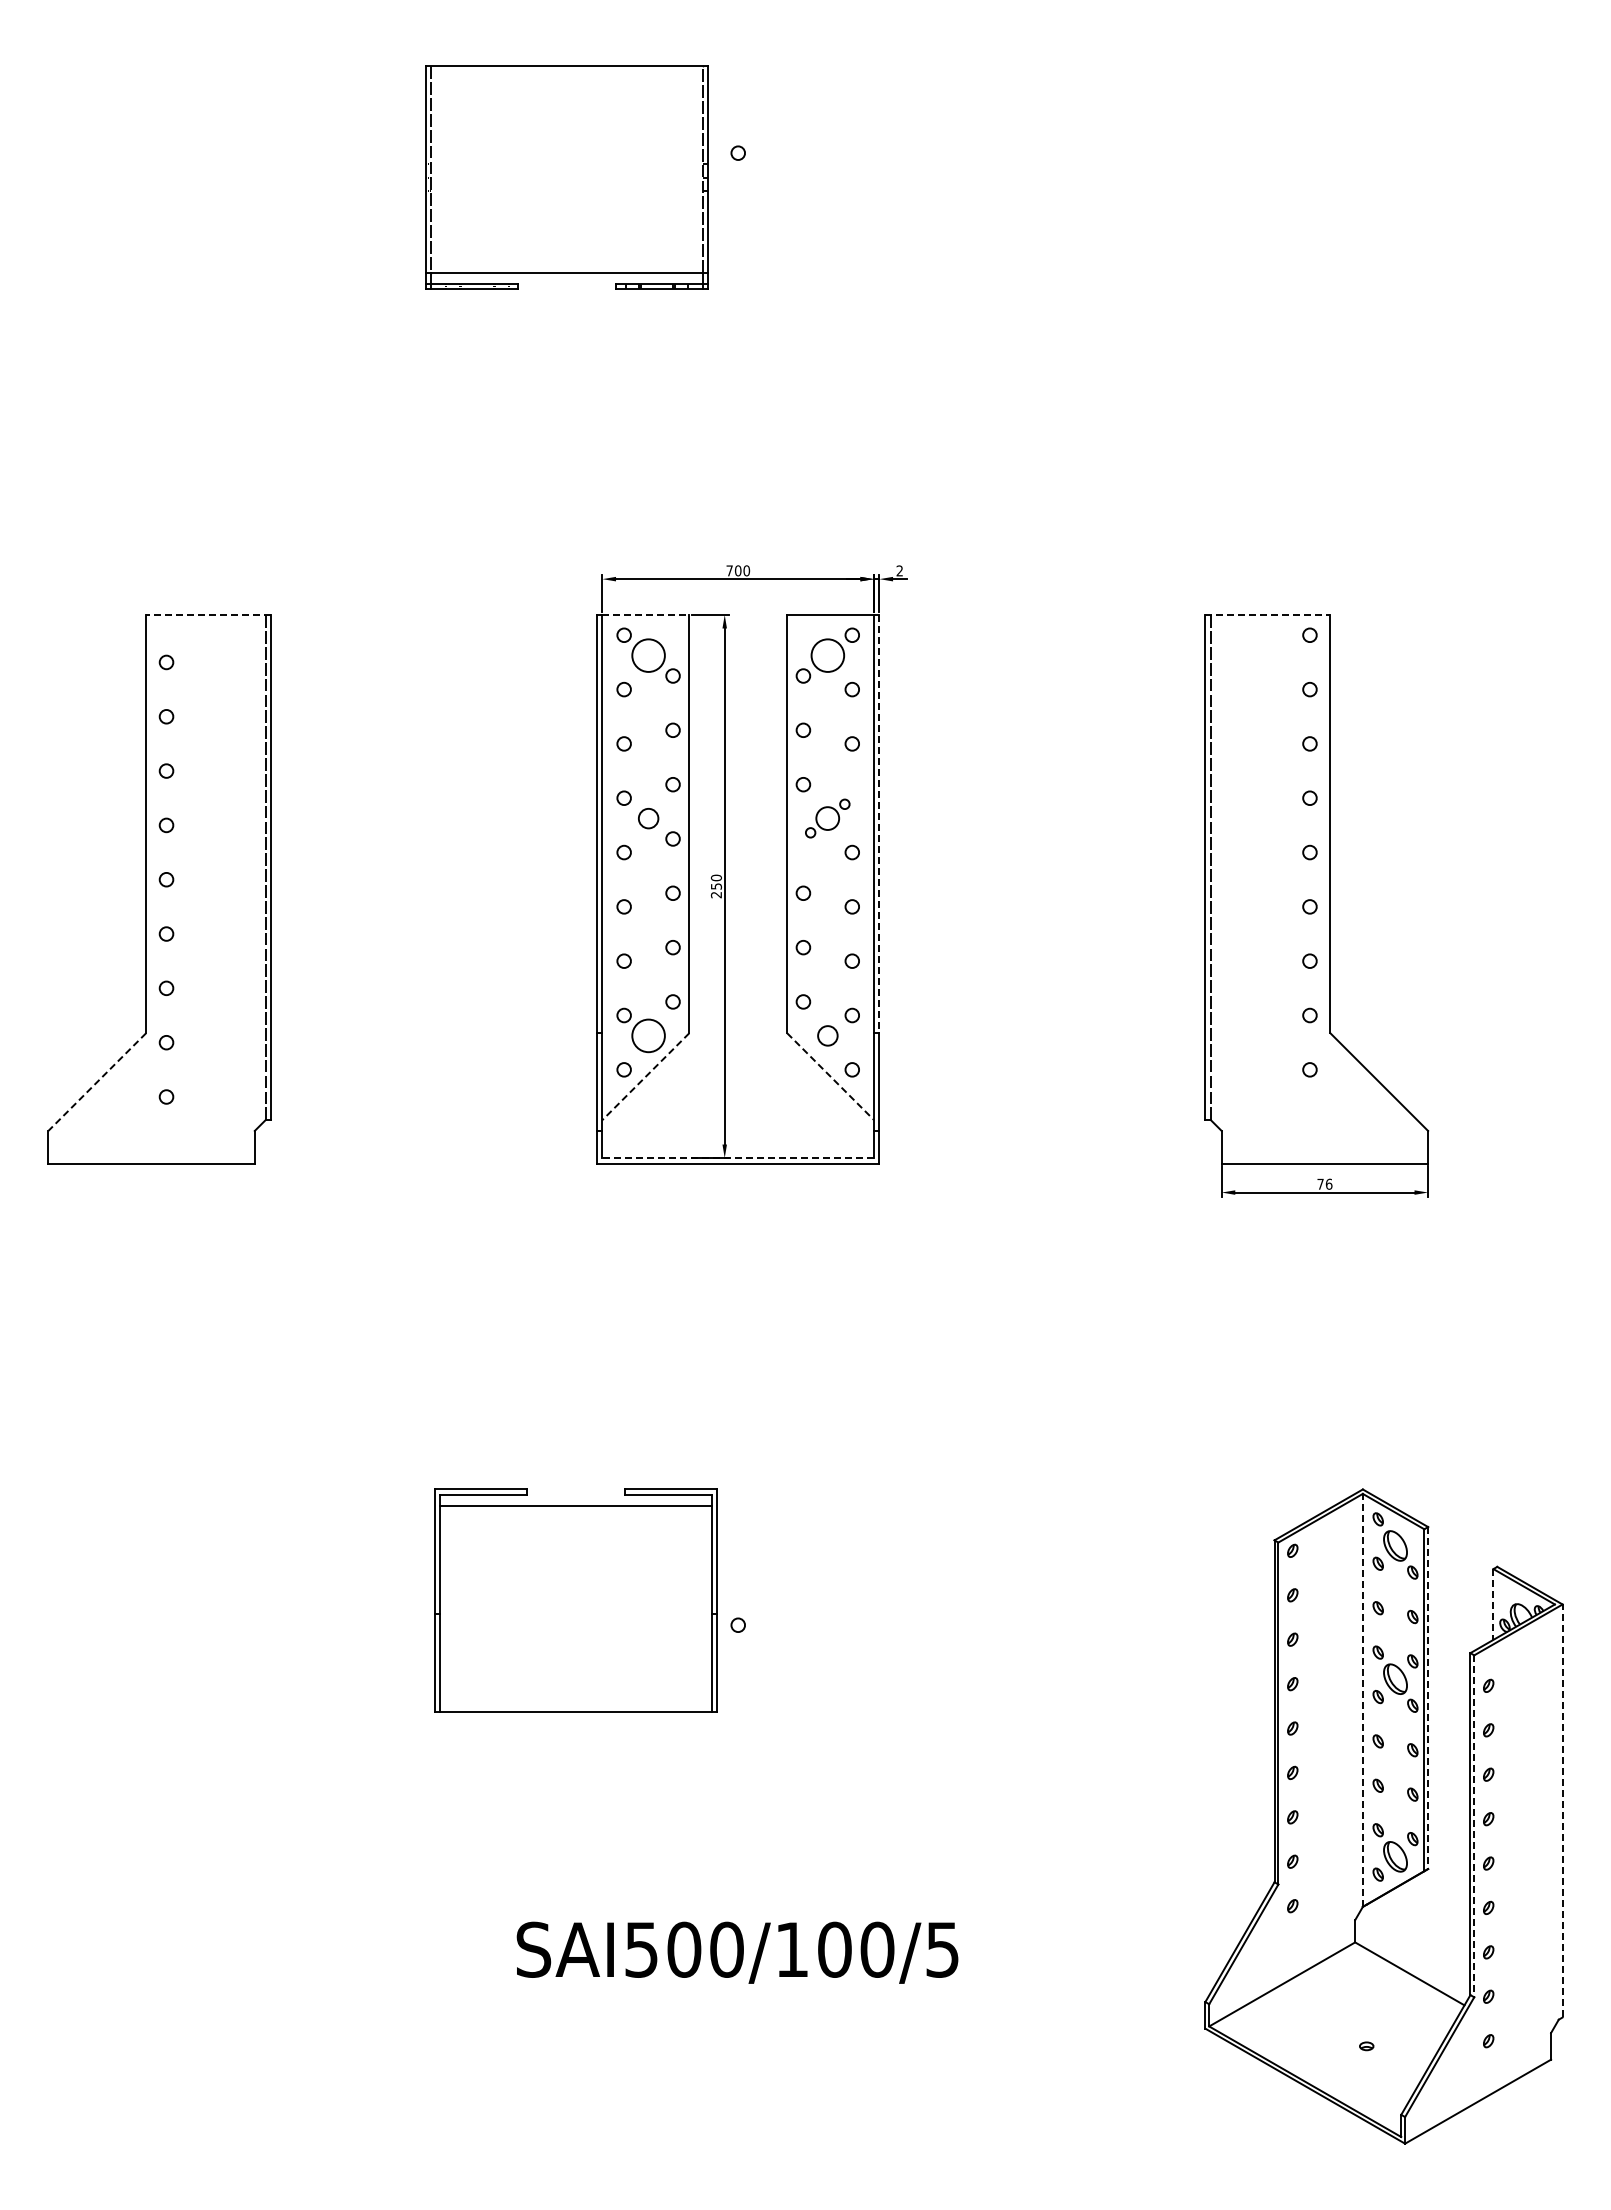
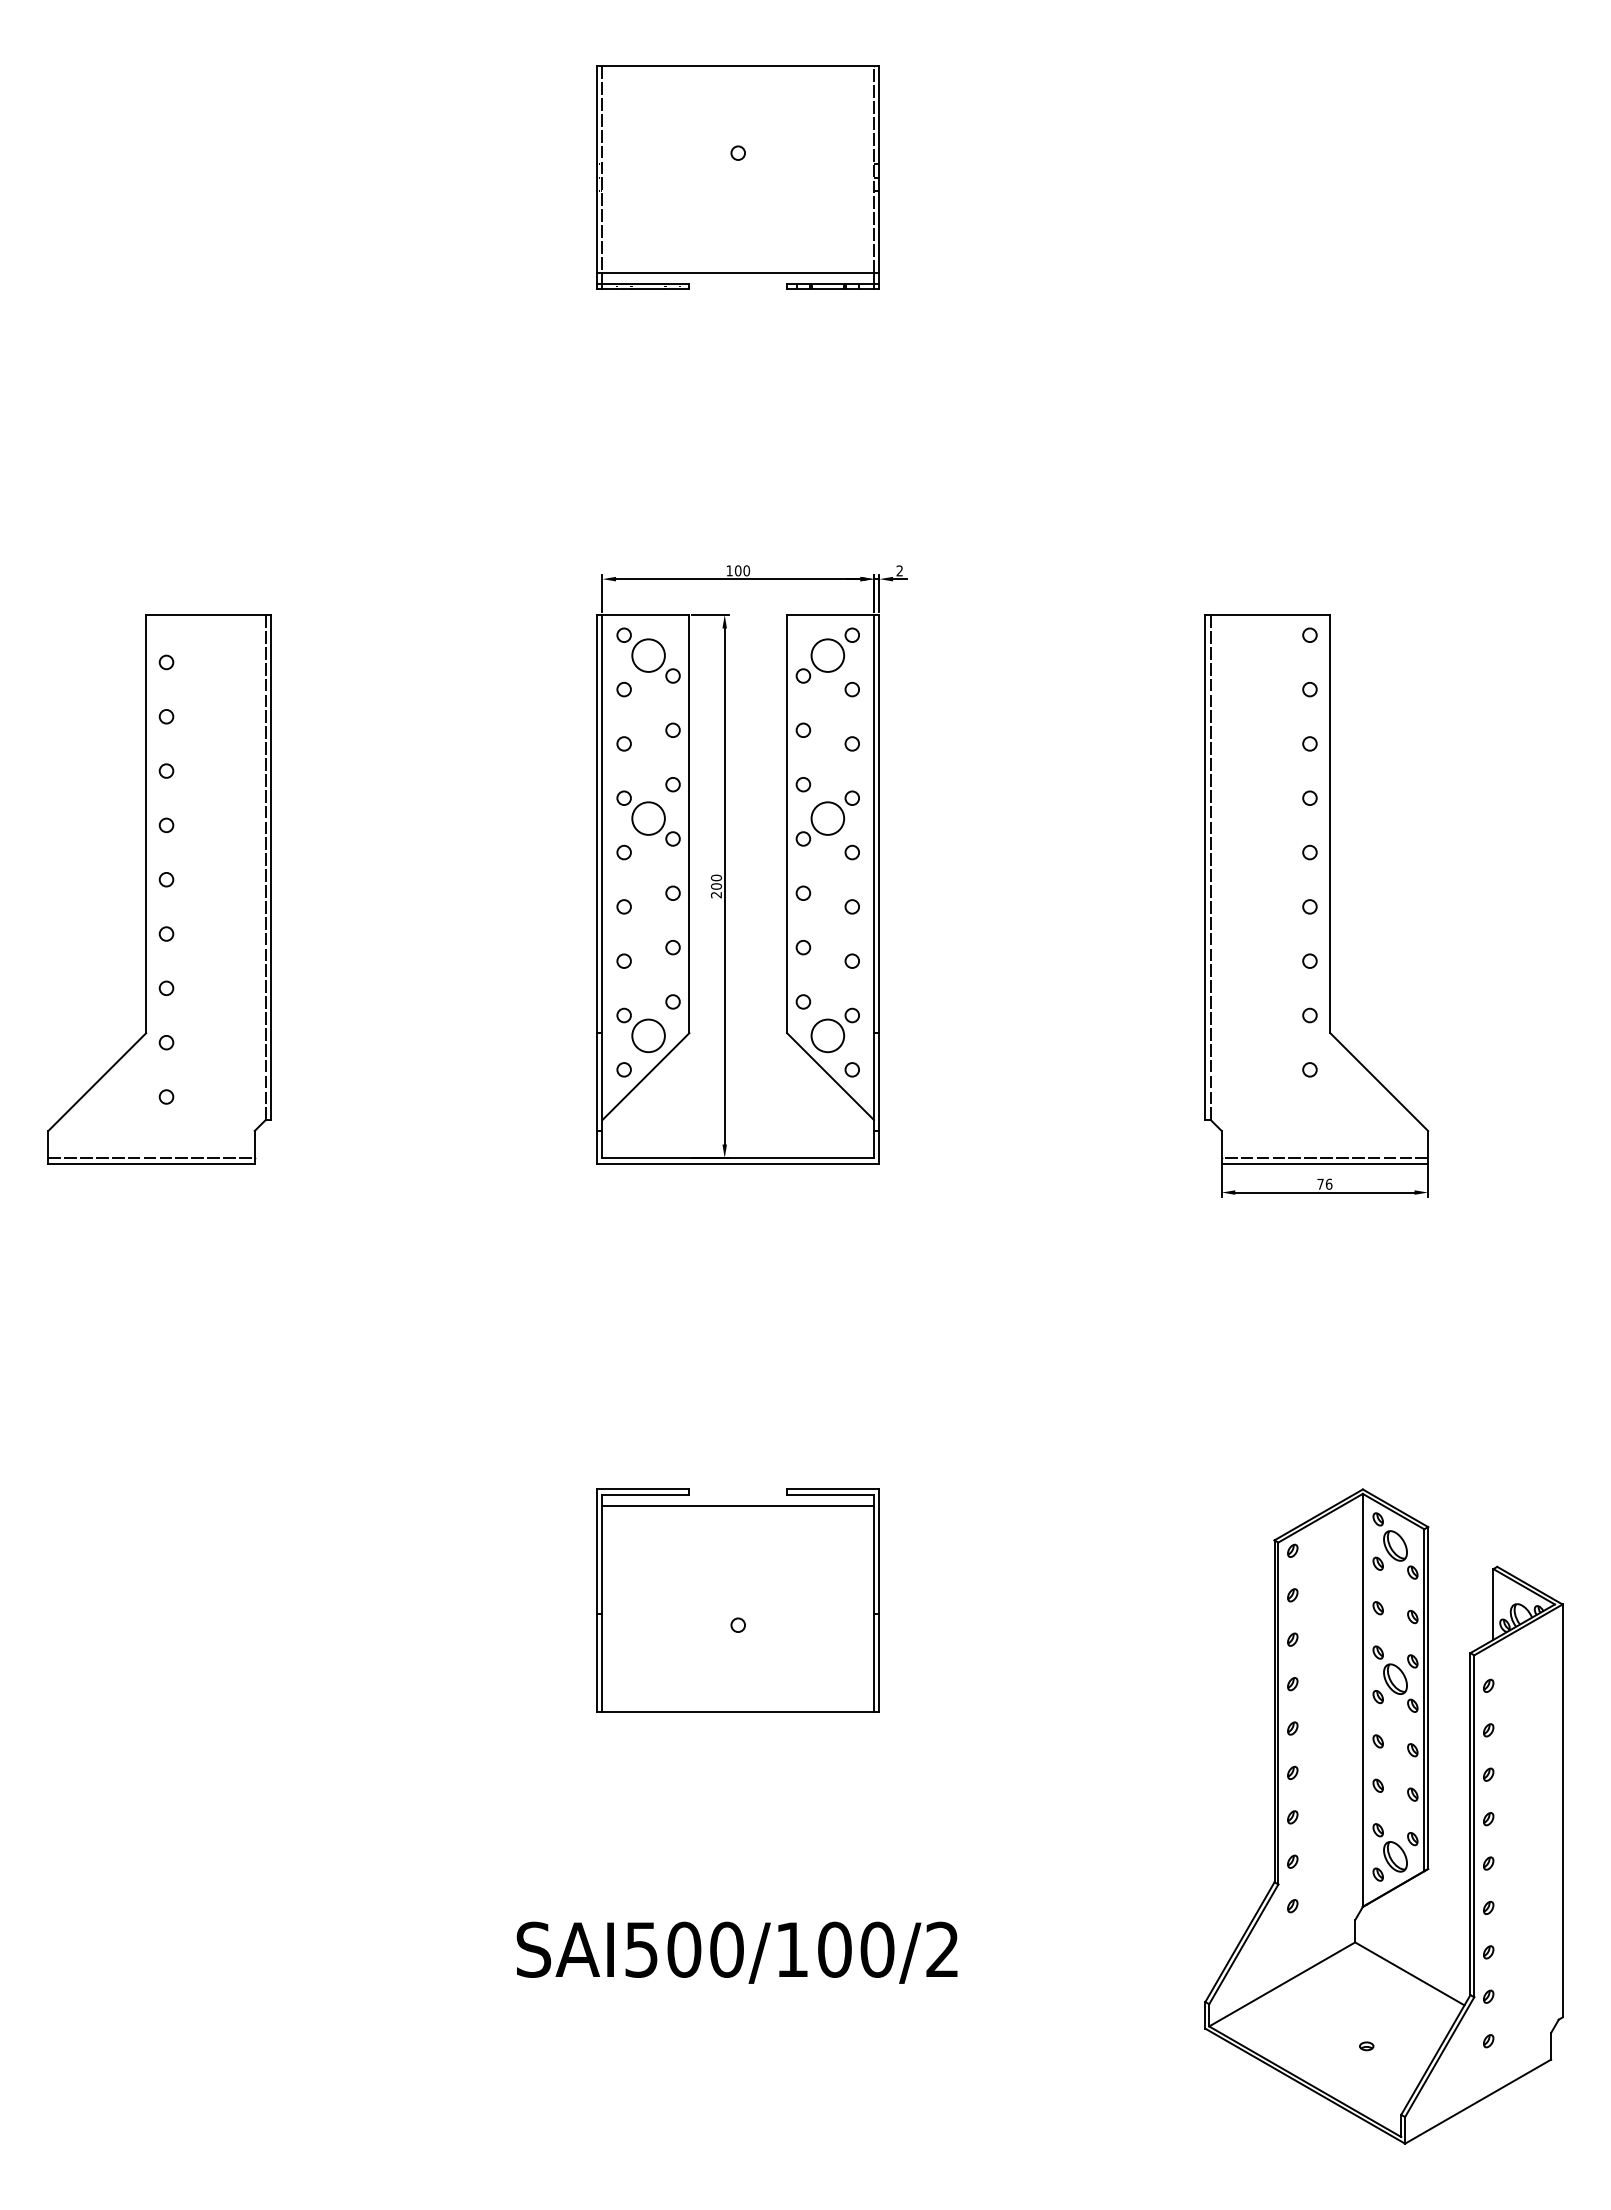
part at (566, 177) position: (566, 177) -> (737, 177)
text at (729, 570): 700 -> 100
line at (208, 614): dashed -> solid
line at (646, 614): dashed -> solid
line at (1268, 614): dashed -> solid
circle at (648, 818) diameter: 20 px -> 33 px
part at (827, 818) size: 46x41 px -> 65x57 px
line at (879, 824): dashed -> solid
text at (715, 886): 250 -> 200
circle at (827, 1035) diameter: 20 px -> 33 px
line at (645, 1076): dashed -> solid
line at (830, 1076): dashed -> solid
line at (96, 1082): dashed -> solid
line at (151, 1158): none -> present
line at (738, 1158): dashed -> solid
line at (1324, 1158): none -> present
part at (575, 1600) position: (575, 1600) -> (737, 1600)
line at (1493, 1604): dashed -> solid
line at (1428, 1698): dashed -> solid
line at (1362, 1699): dashed -> solid
line at (1562, 1810): dashed -> solid
line at (1474, 1826): dashed -> solid
text at (942, 1949): SAI500/100/5 -> SAI500/100/2
